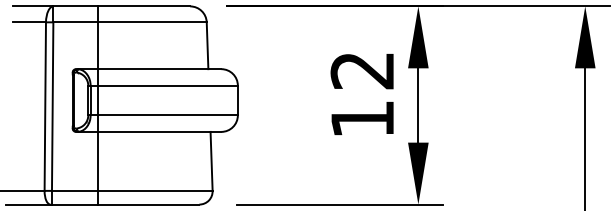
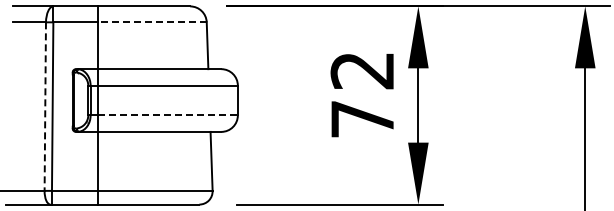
line at (152, 22): solid -> dashed
line at (45, 107): solid -> dashed
line at (168, 115): solid -> dashed
text at (362, 119): 12 -> 72
